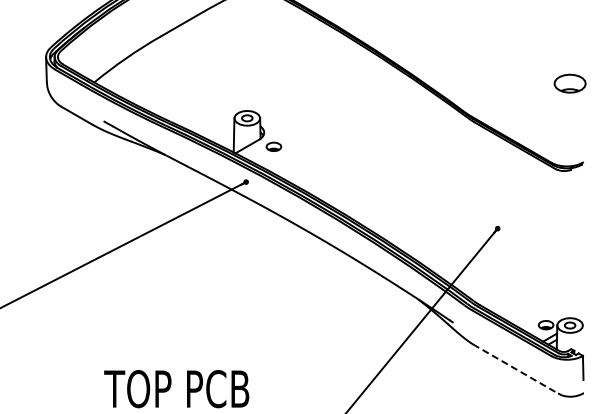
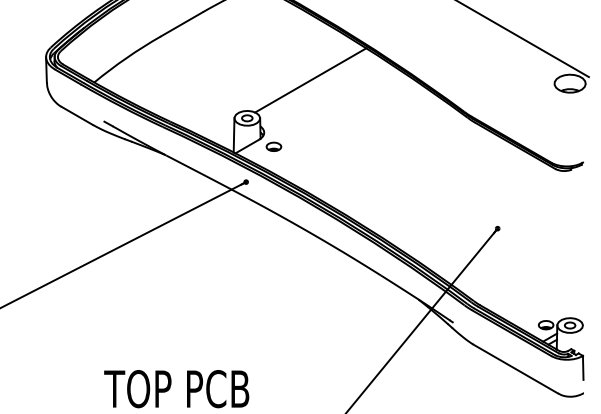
line at (523, 39): none -> present
line at (310, 80): none -> present
line at (515, 369): dashed -> solid
